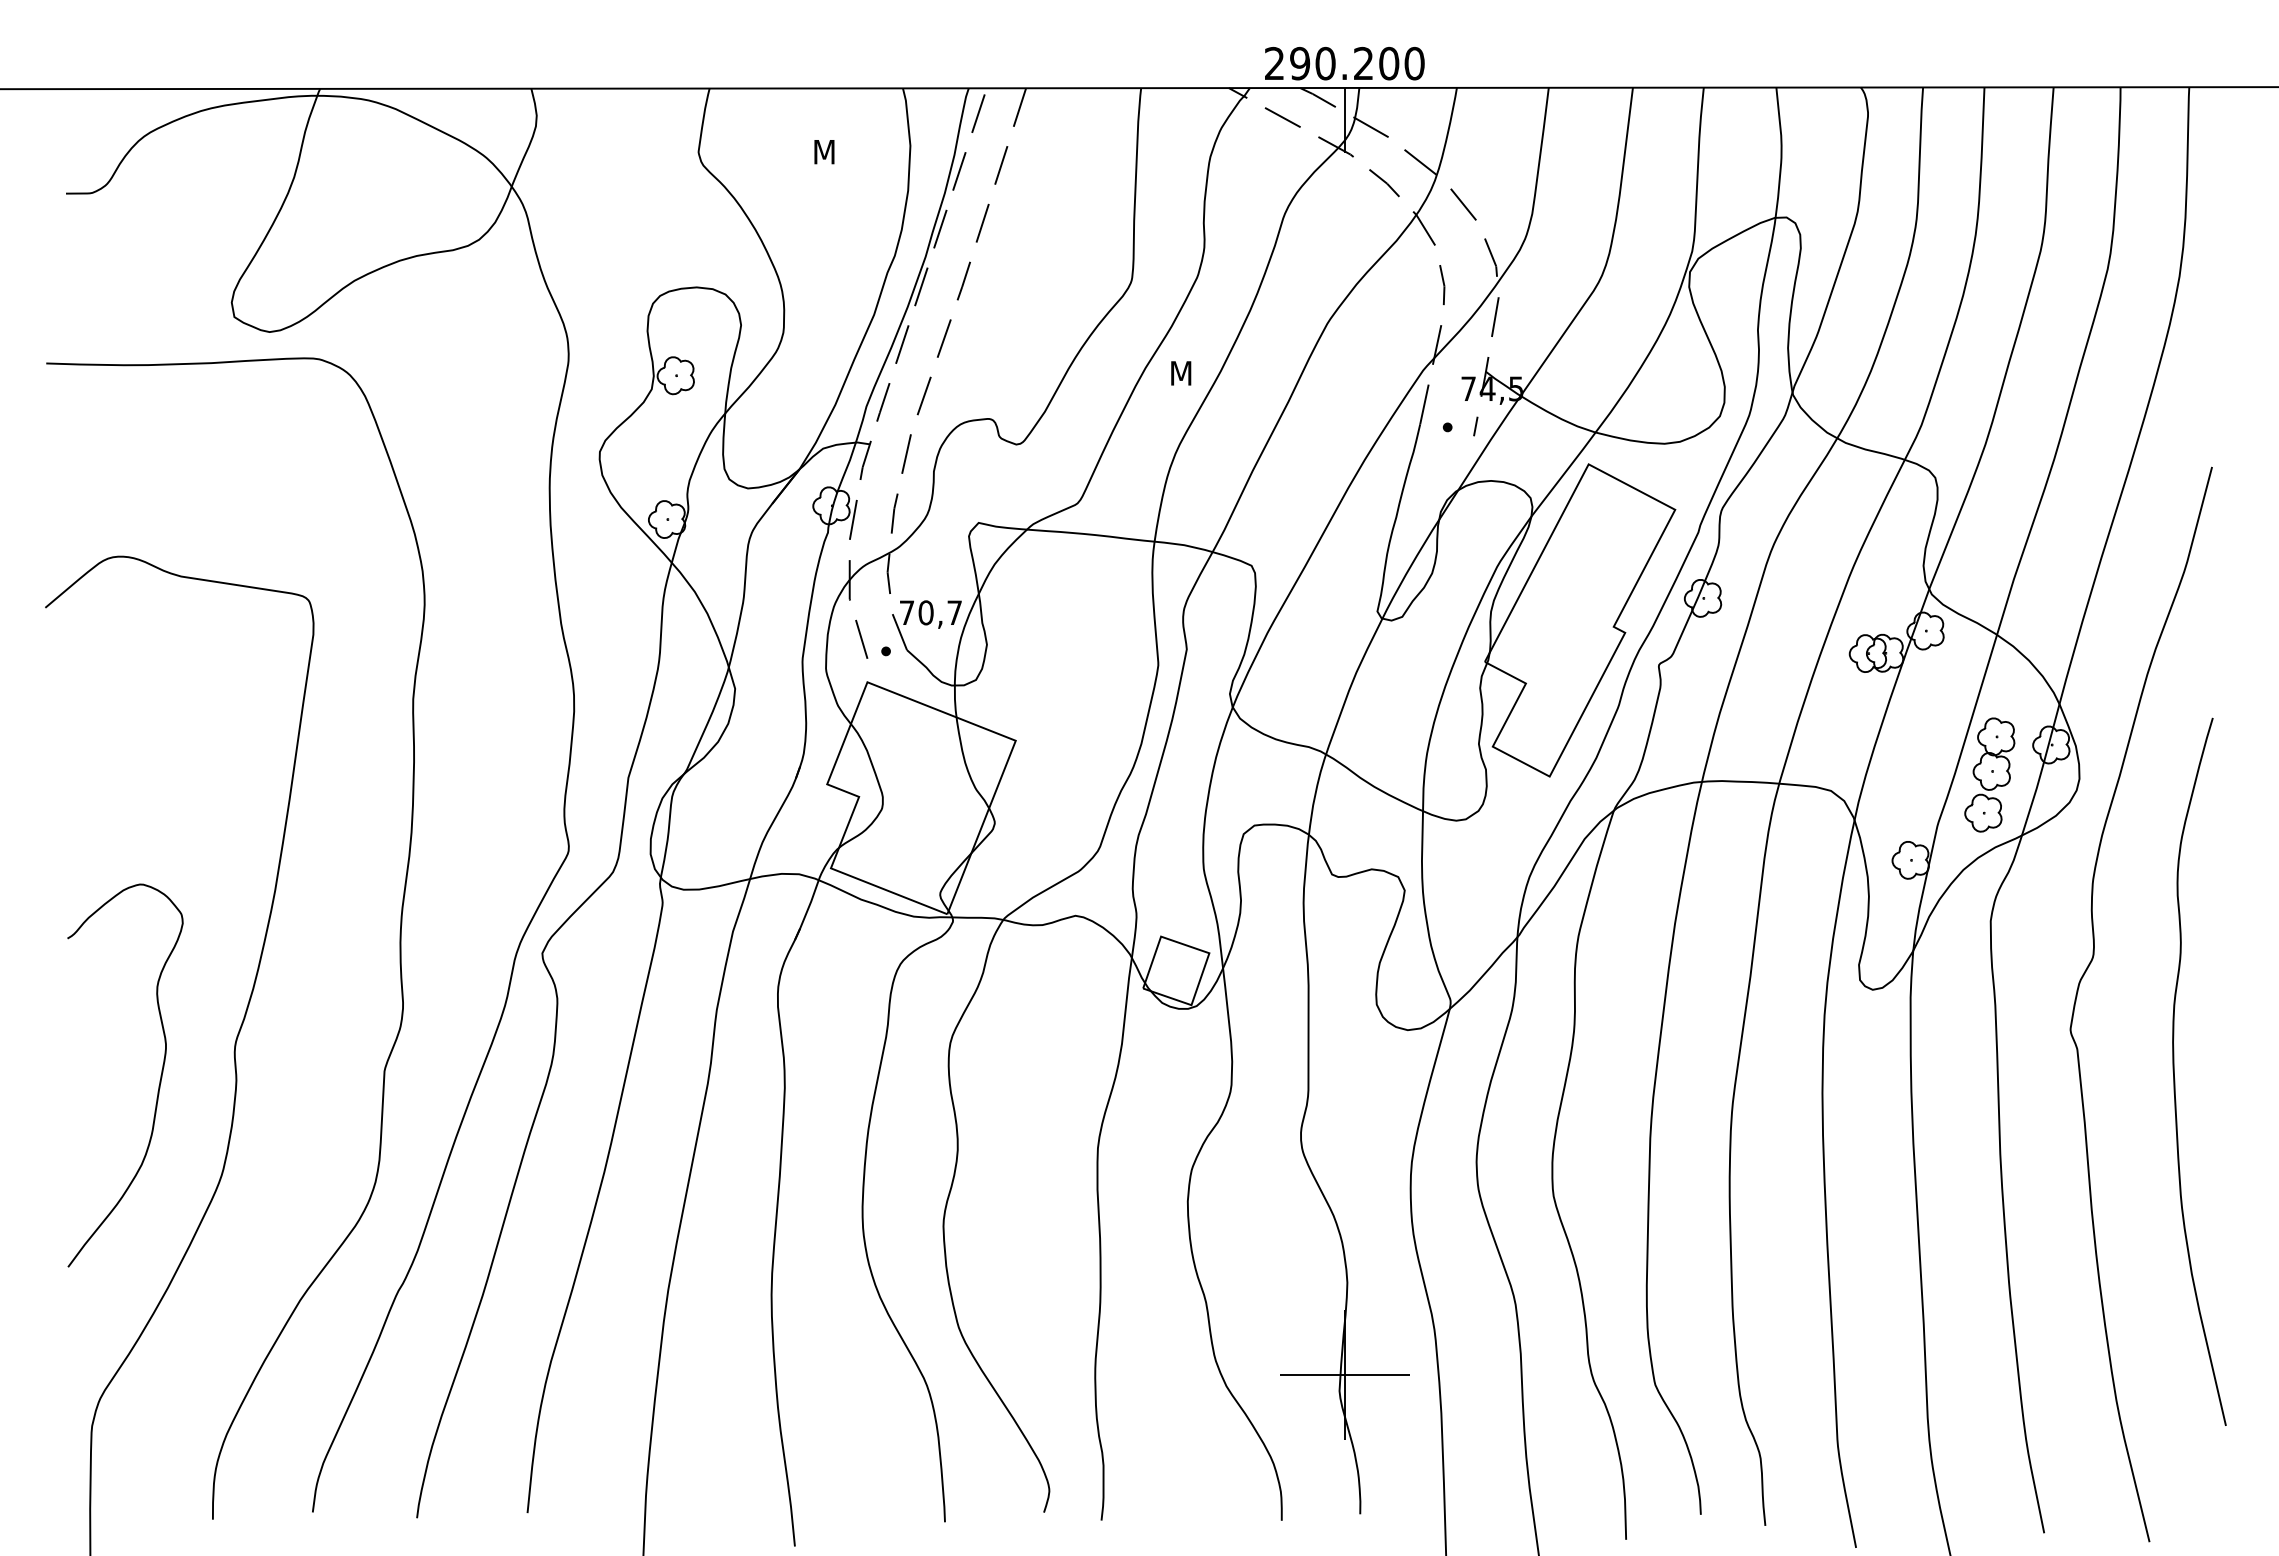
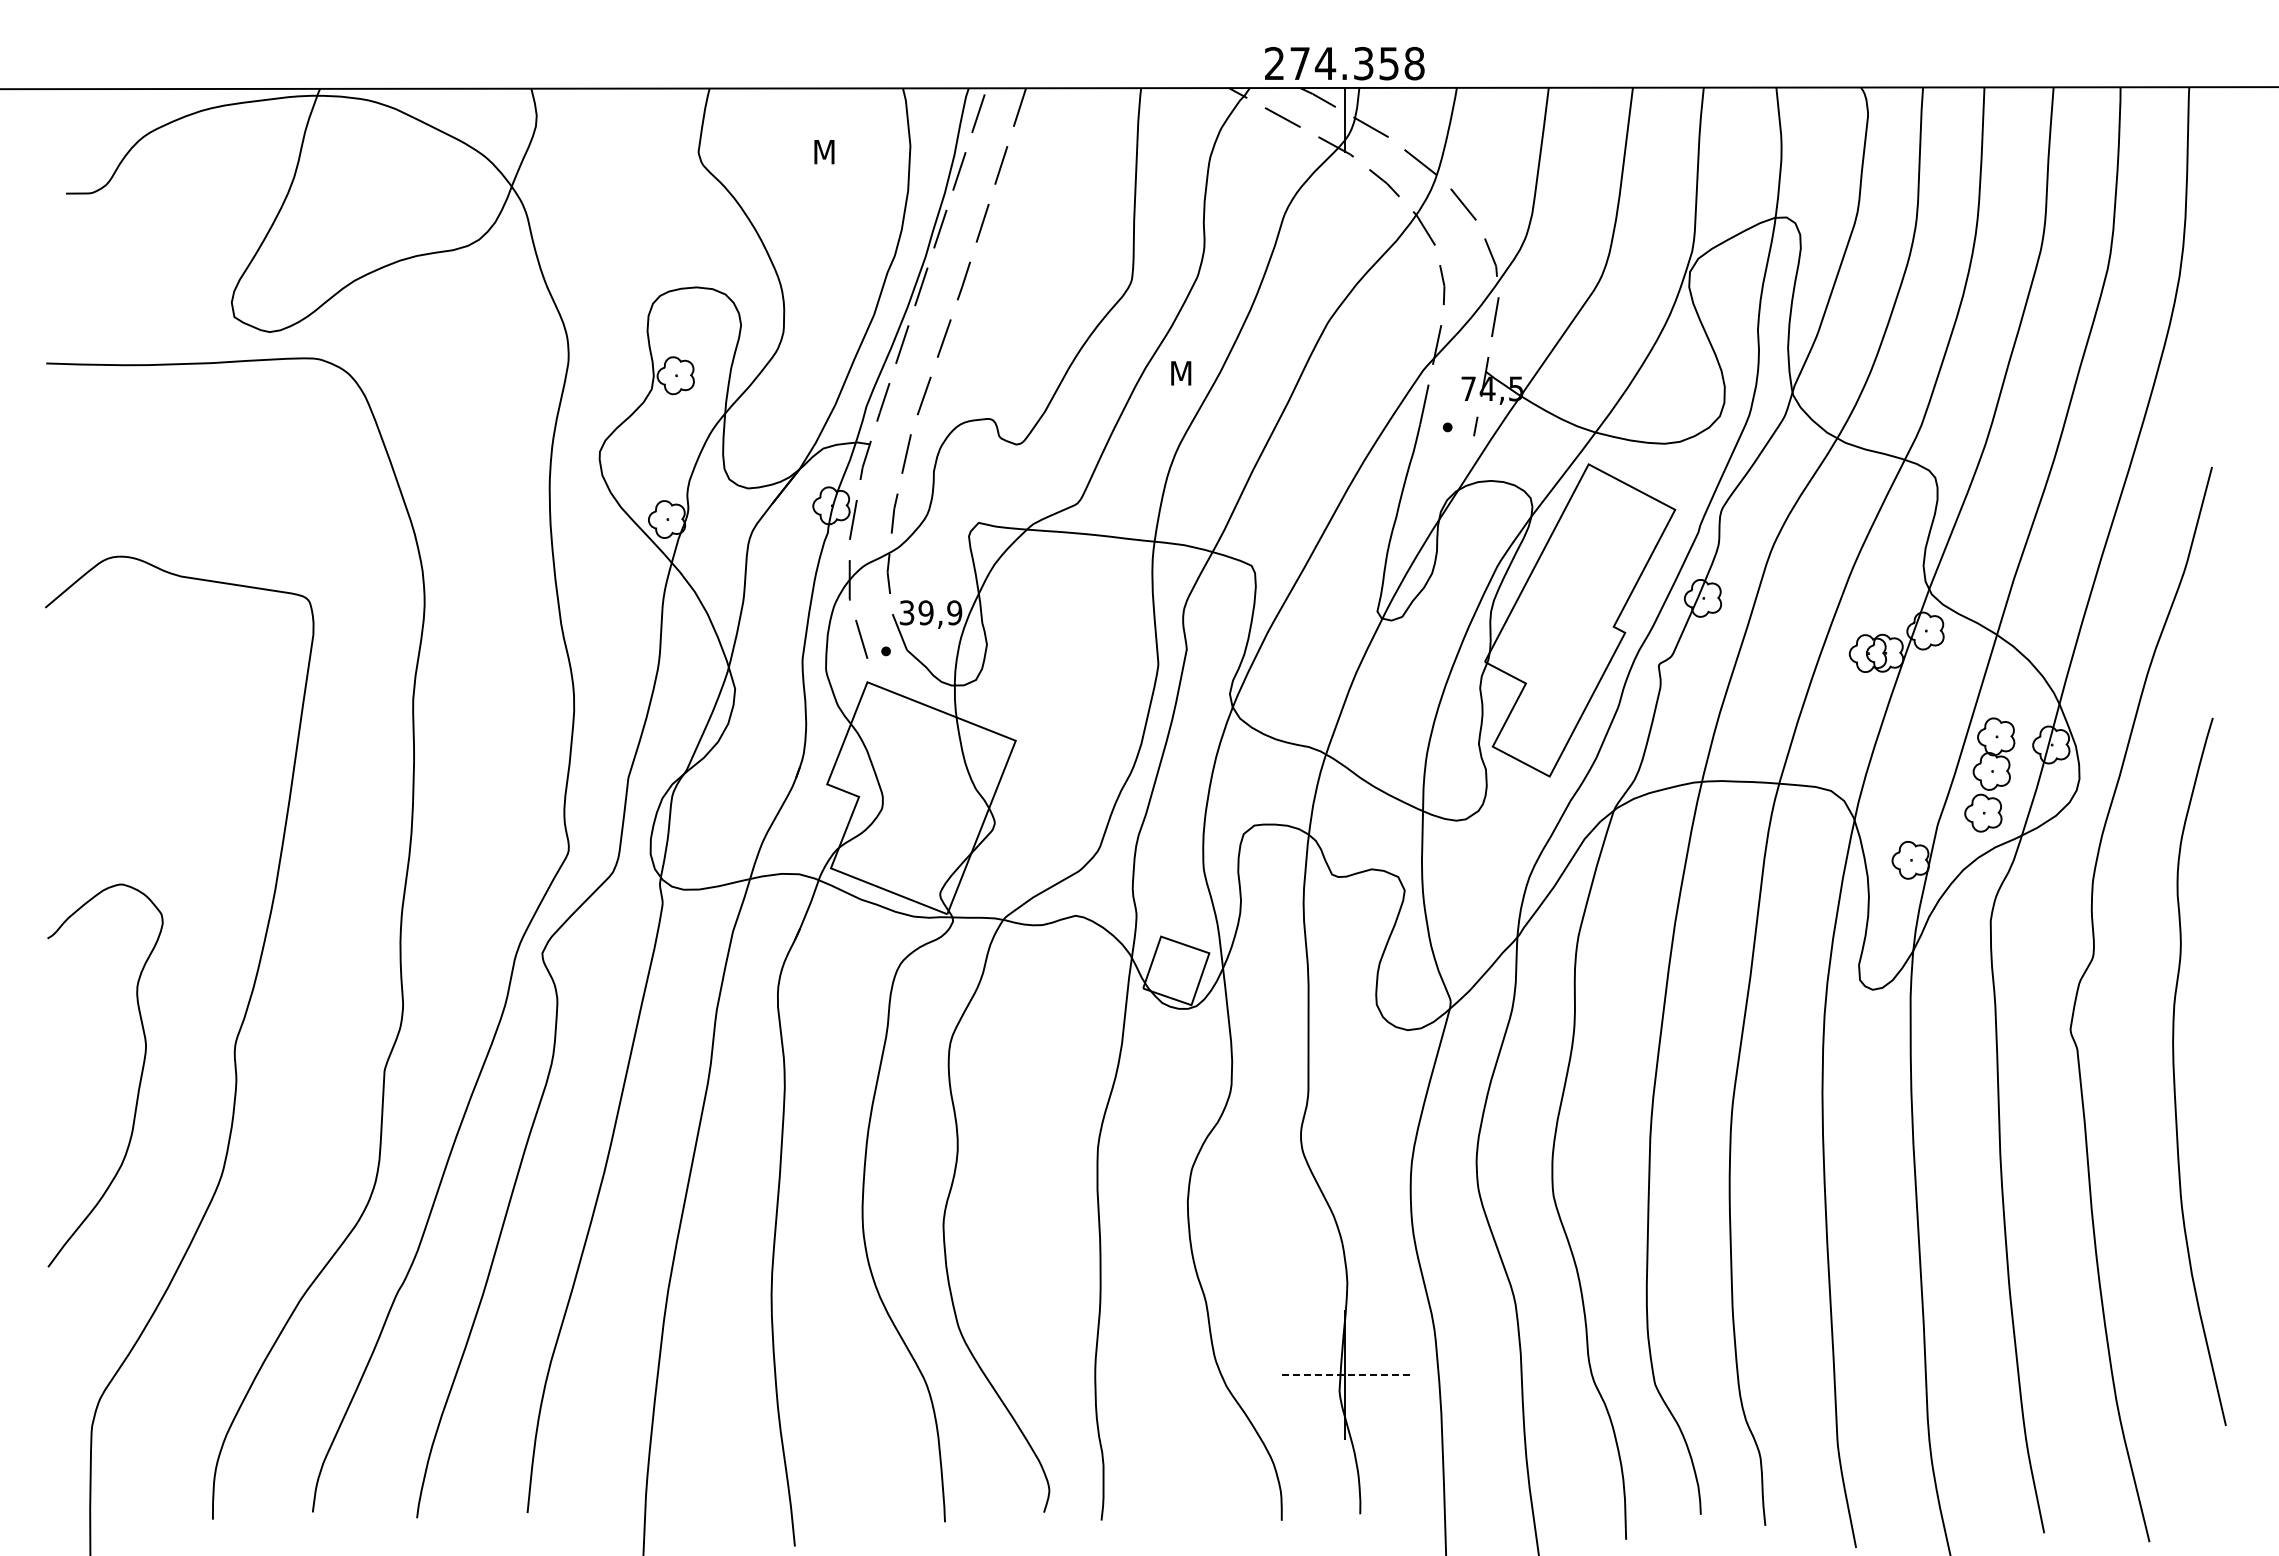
text at (1357, 63): 290.200 -> 274.358
text at (930, 612): 70,7 -> 39,9
curve at (159, 1080) position: (159, 1080) -> (139, 1080)
line at (1344, 1375): solid -> dashed
